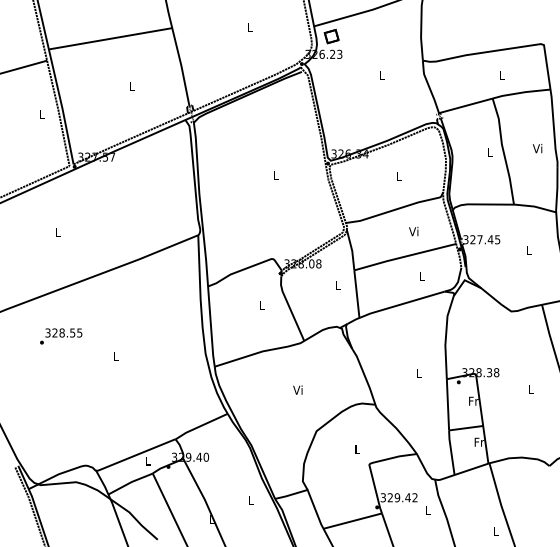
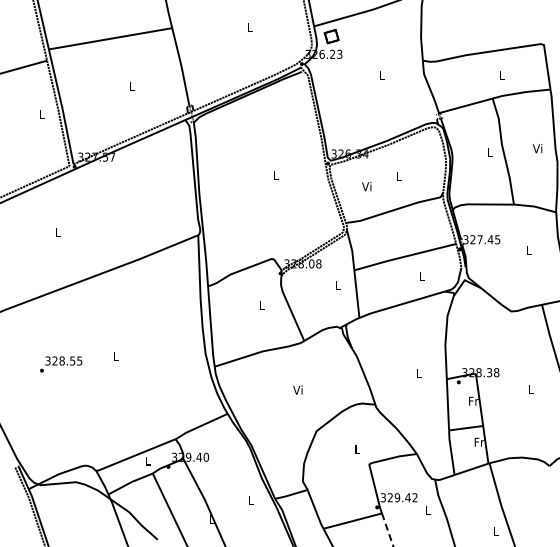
text at (413, 231) position: (413, 231) -> (366, 186)
text at (61, 336) position: (61, 336) -> (61, 364)
line at (387, 530): solid -> dashed
